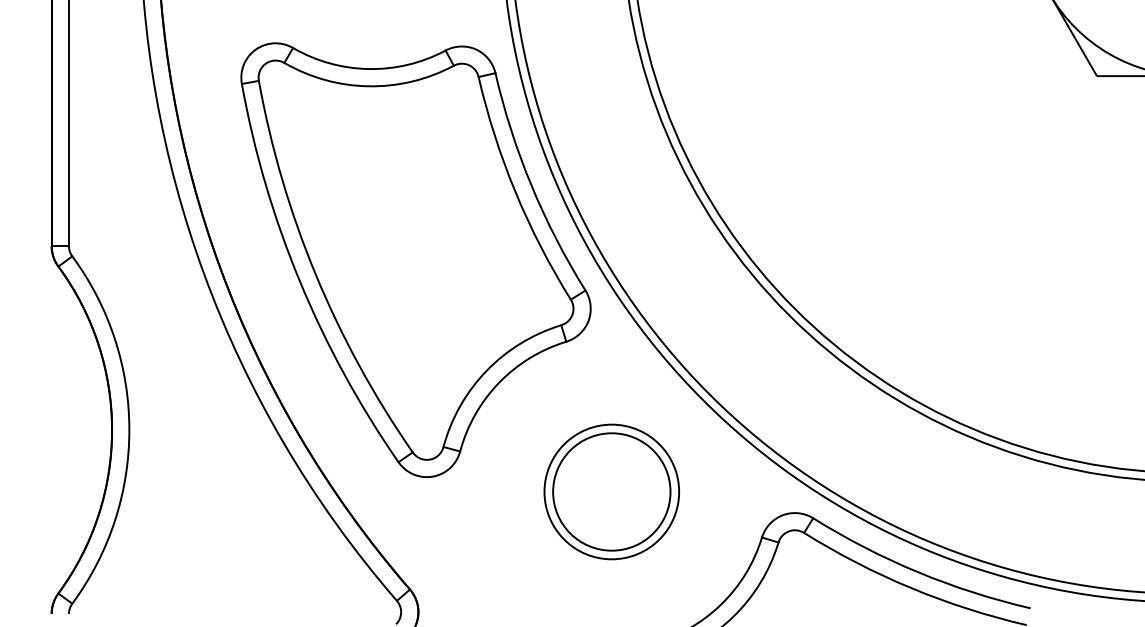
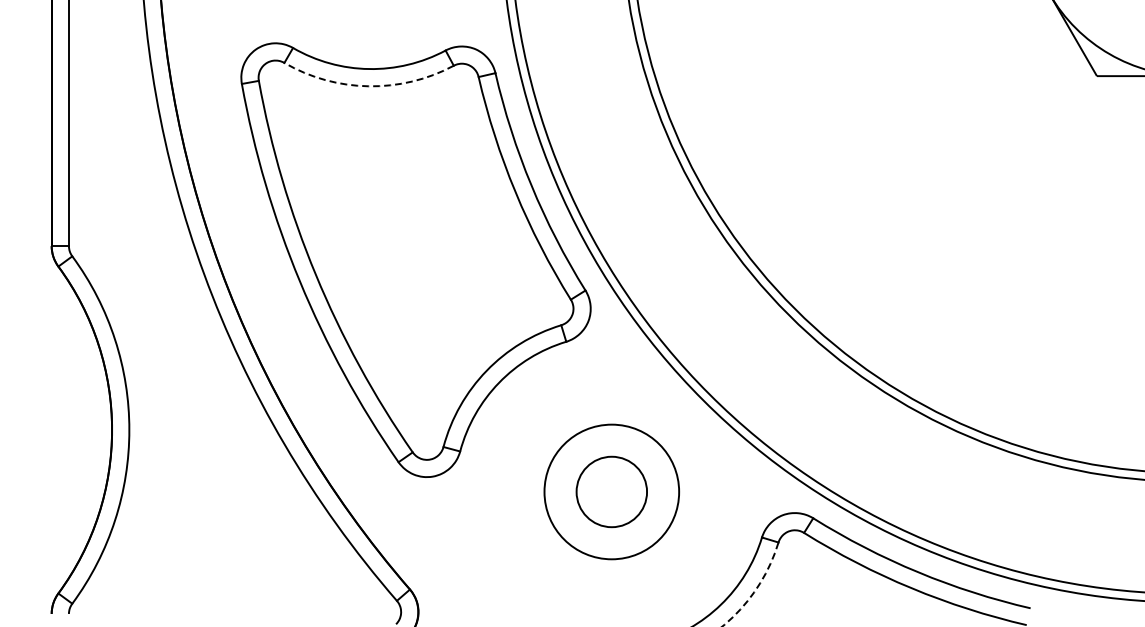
arc at (368, 86): solid -> dashed
circle at (611, 491) diameter: 117 px -> 70 px
arc at (757, 587): solid -> dashed
